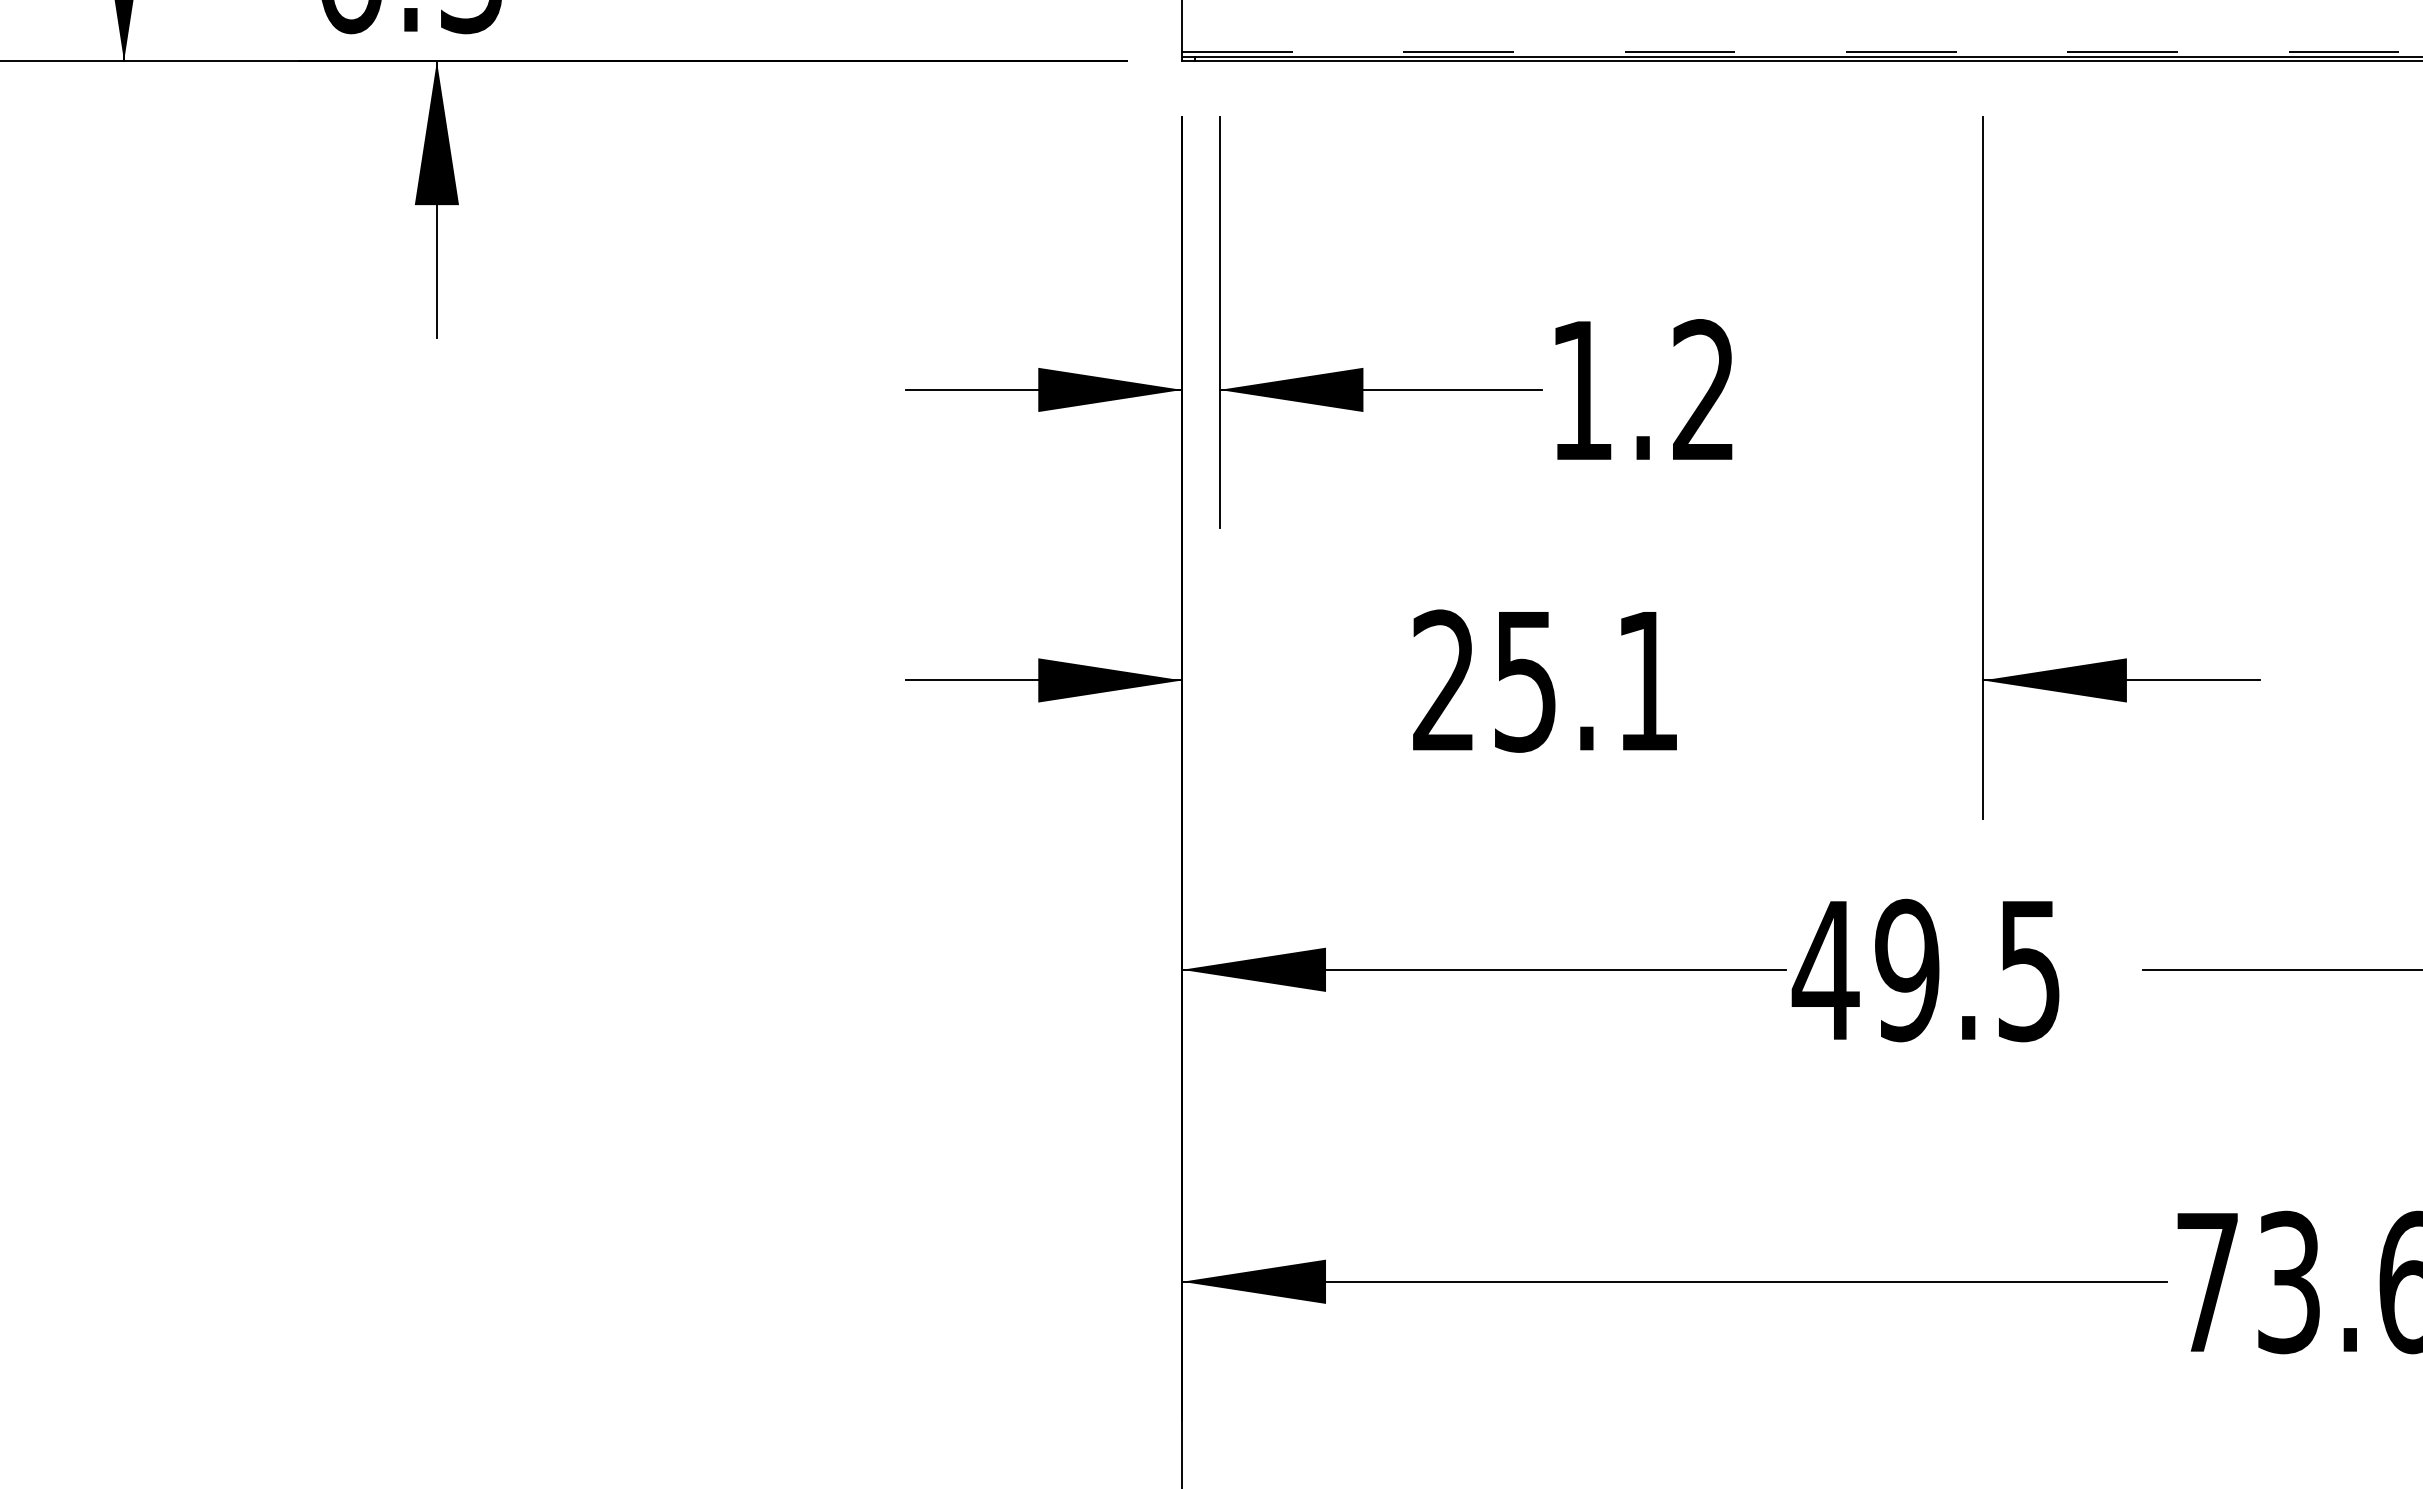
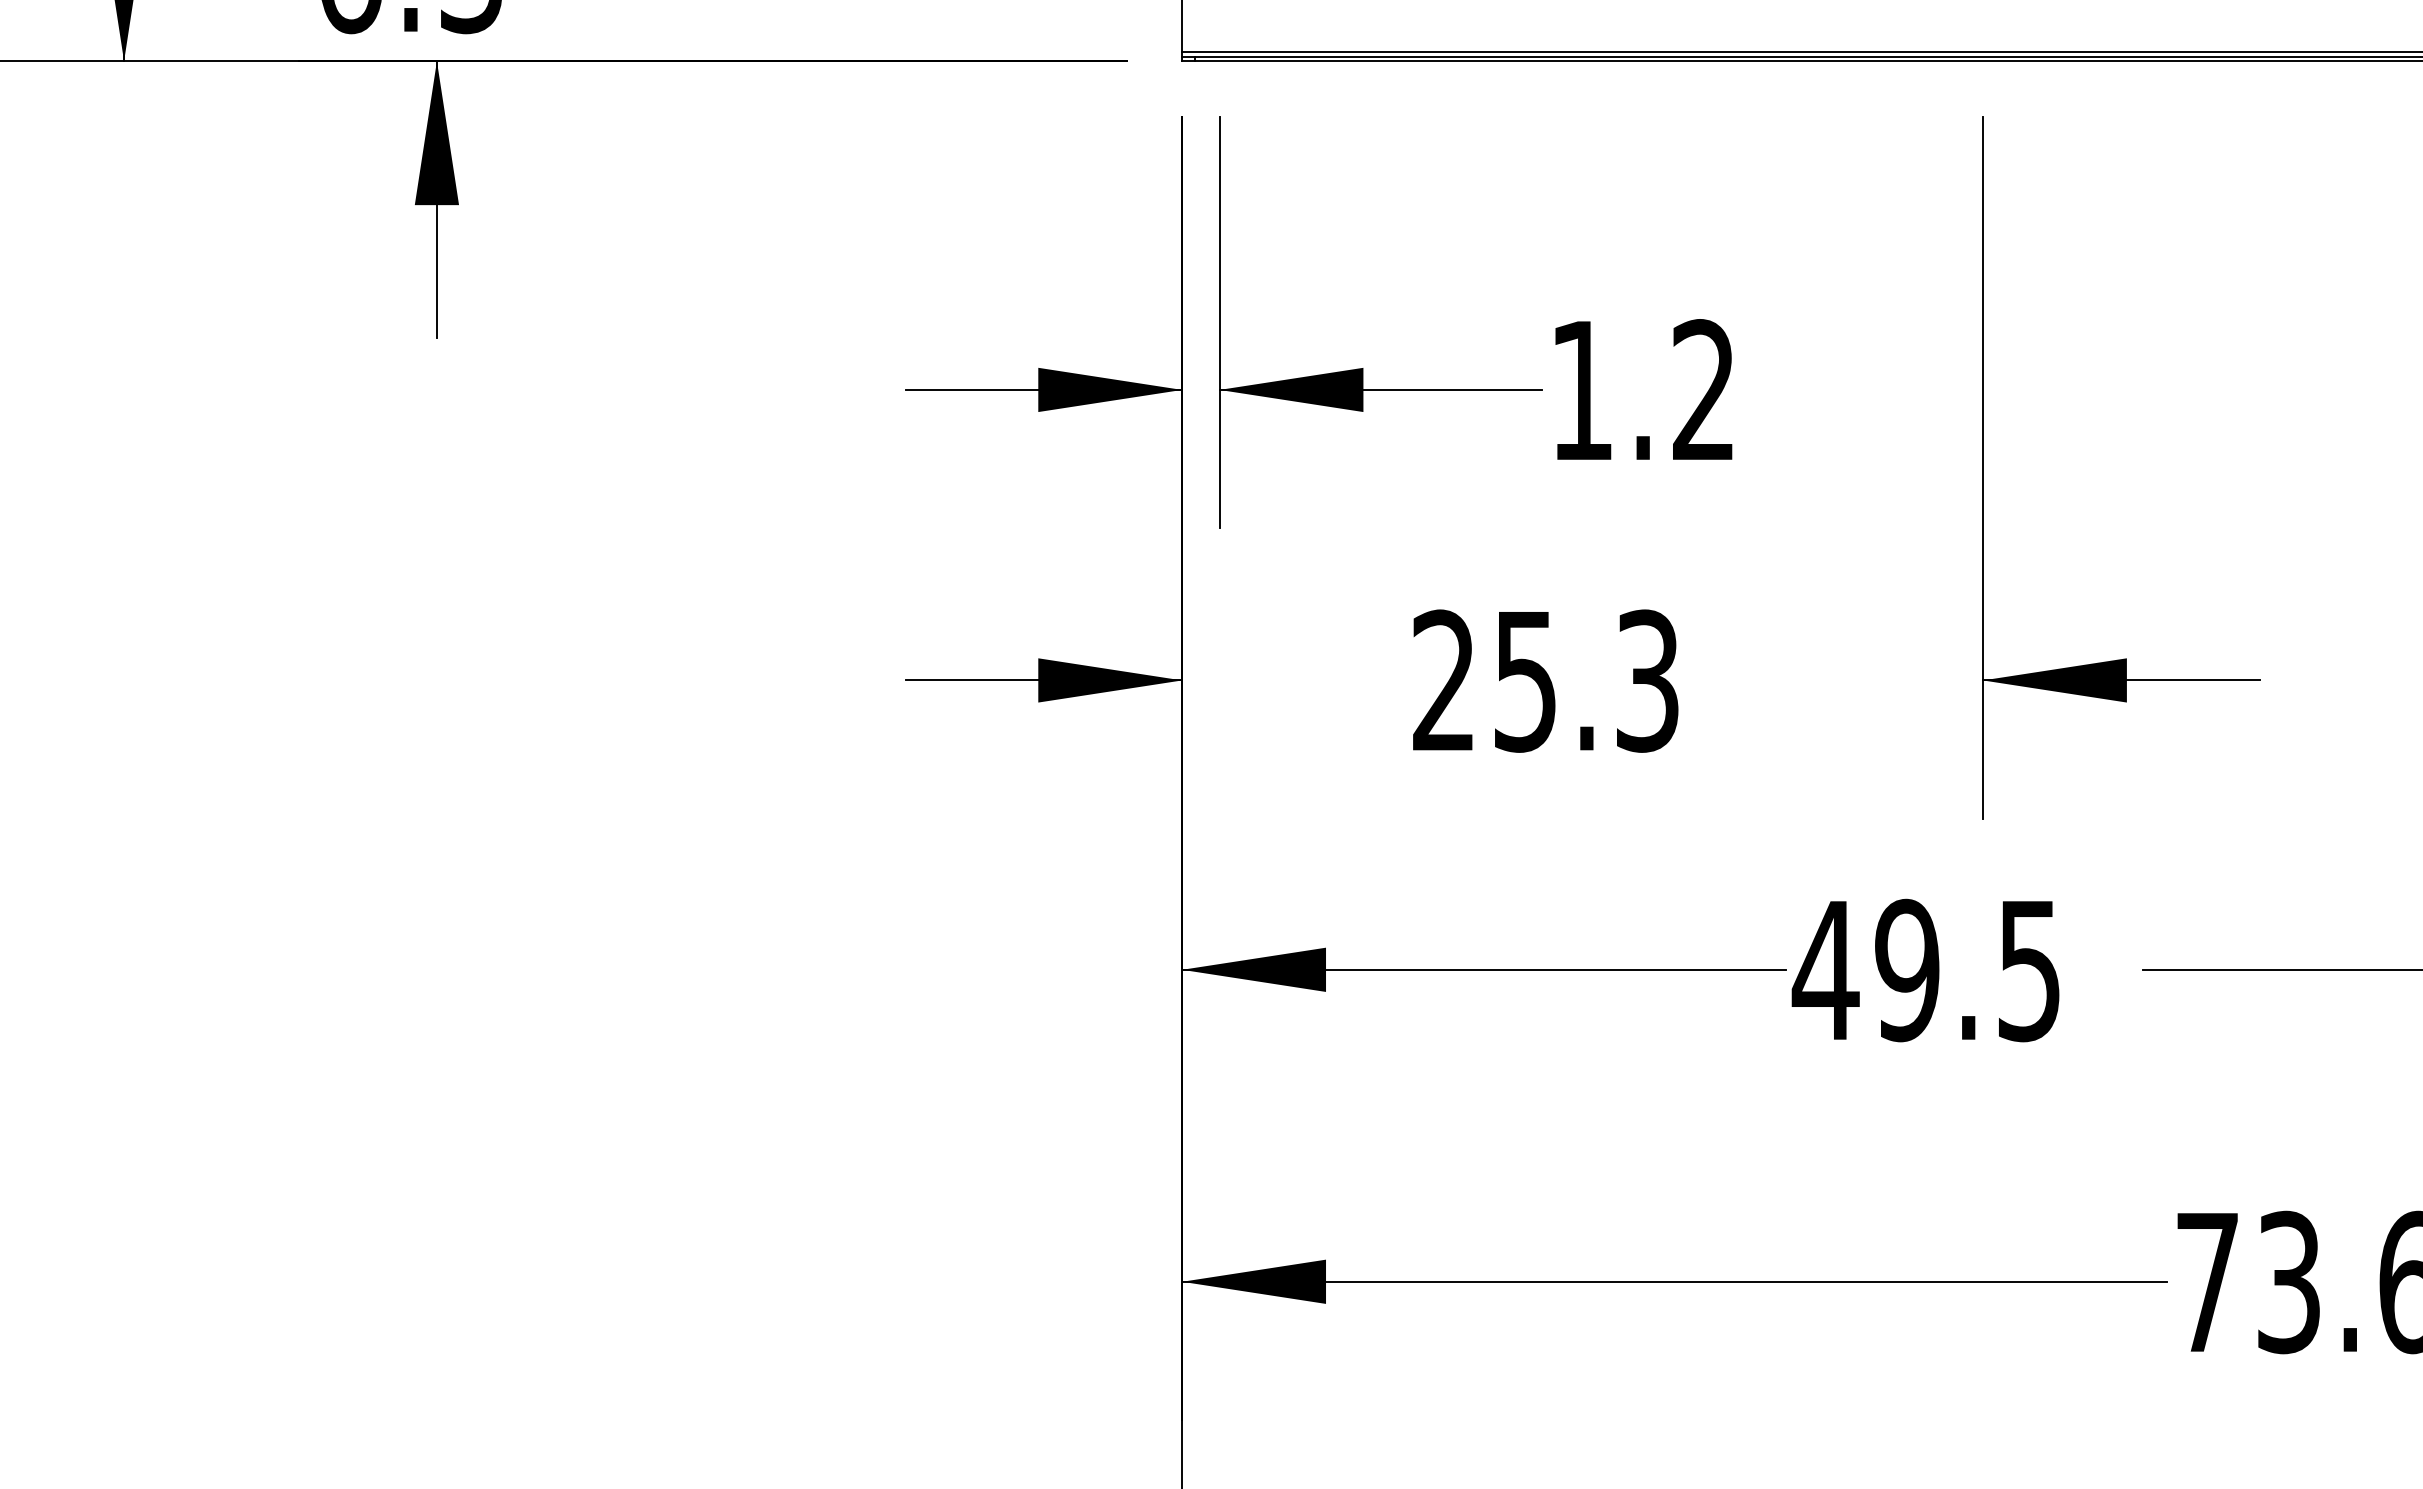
line at (1802, 52): dashed -> solid
text at (1647, 680): 25.1 -> 25.3
